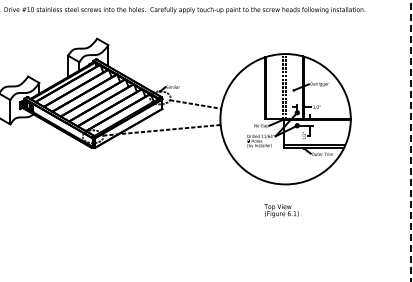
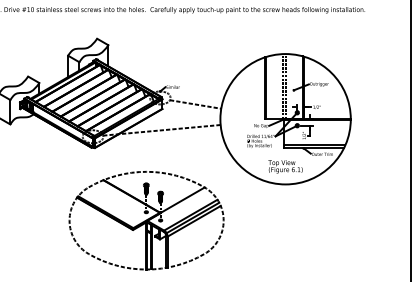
line at (410, 140): dashed -> solid
text at (281, 210) position: (281, 210) -> (285, 166)
part at (146, 220): none -> present
